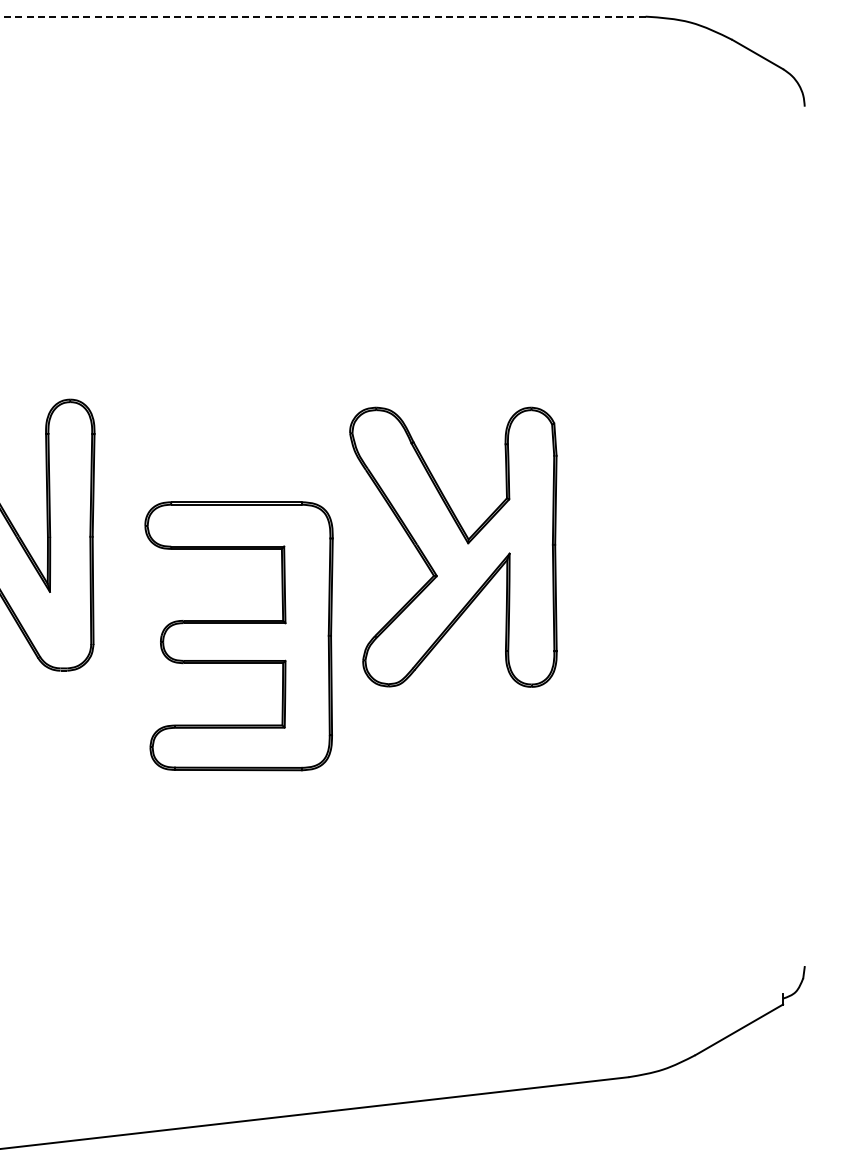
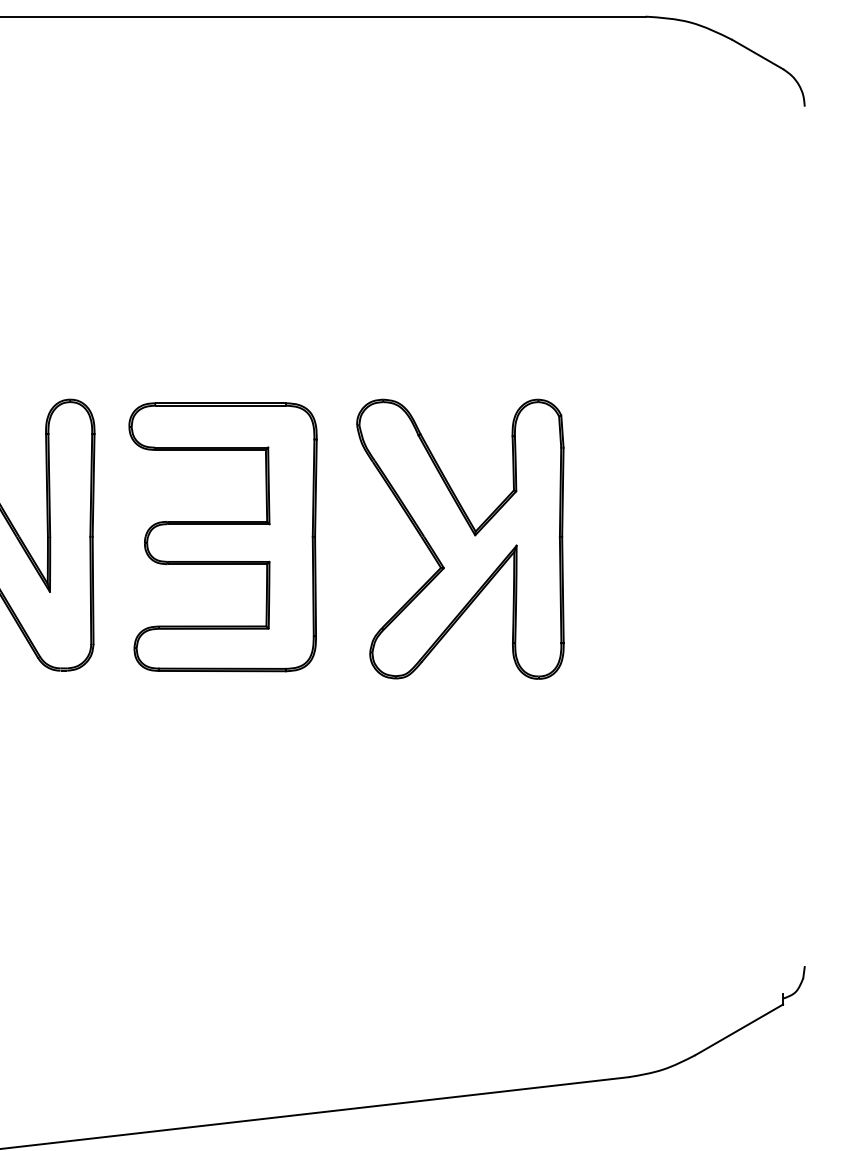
line at (322, 16): dashed -> solid
part at (453, 546) position: (453, 546) -> (460, 538)
part at (238, 636) position: (238, 636) -> (222, 537)
